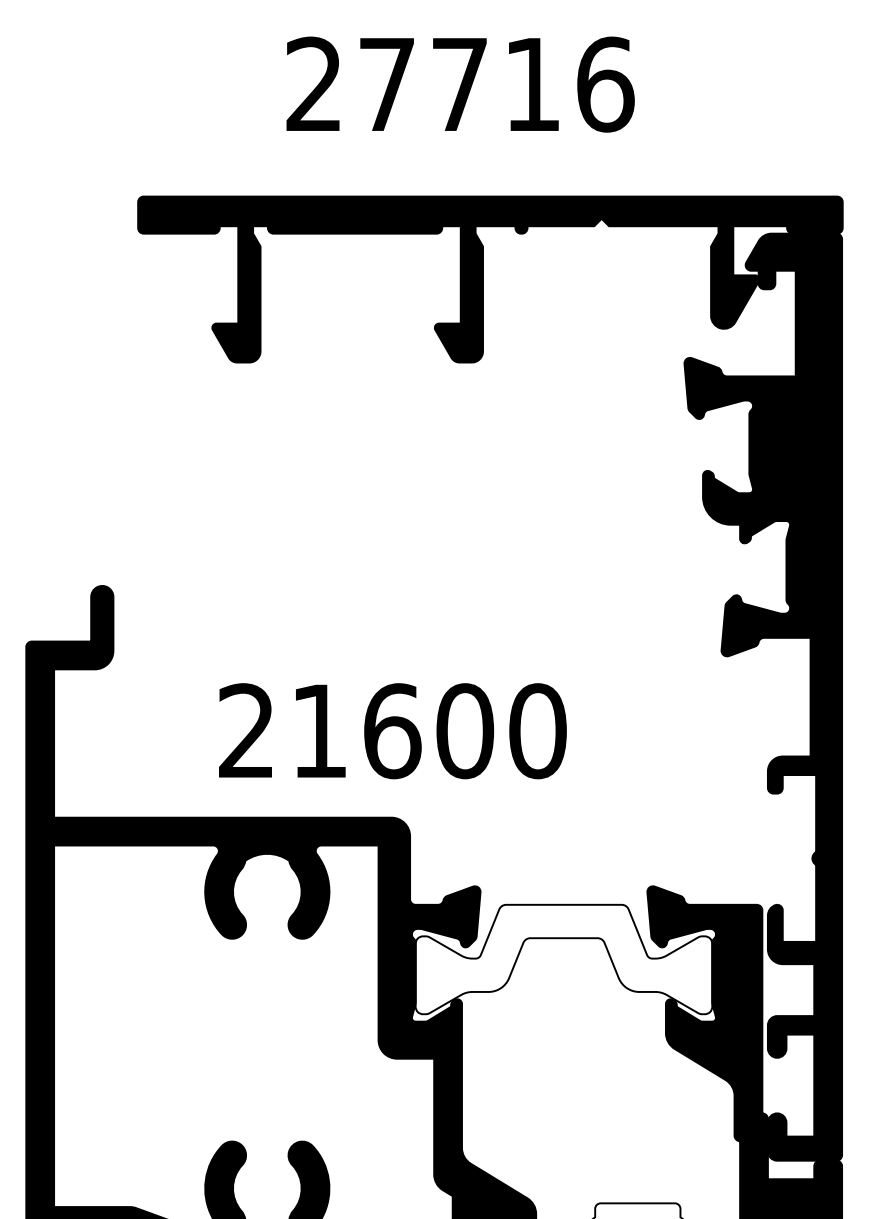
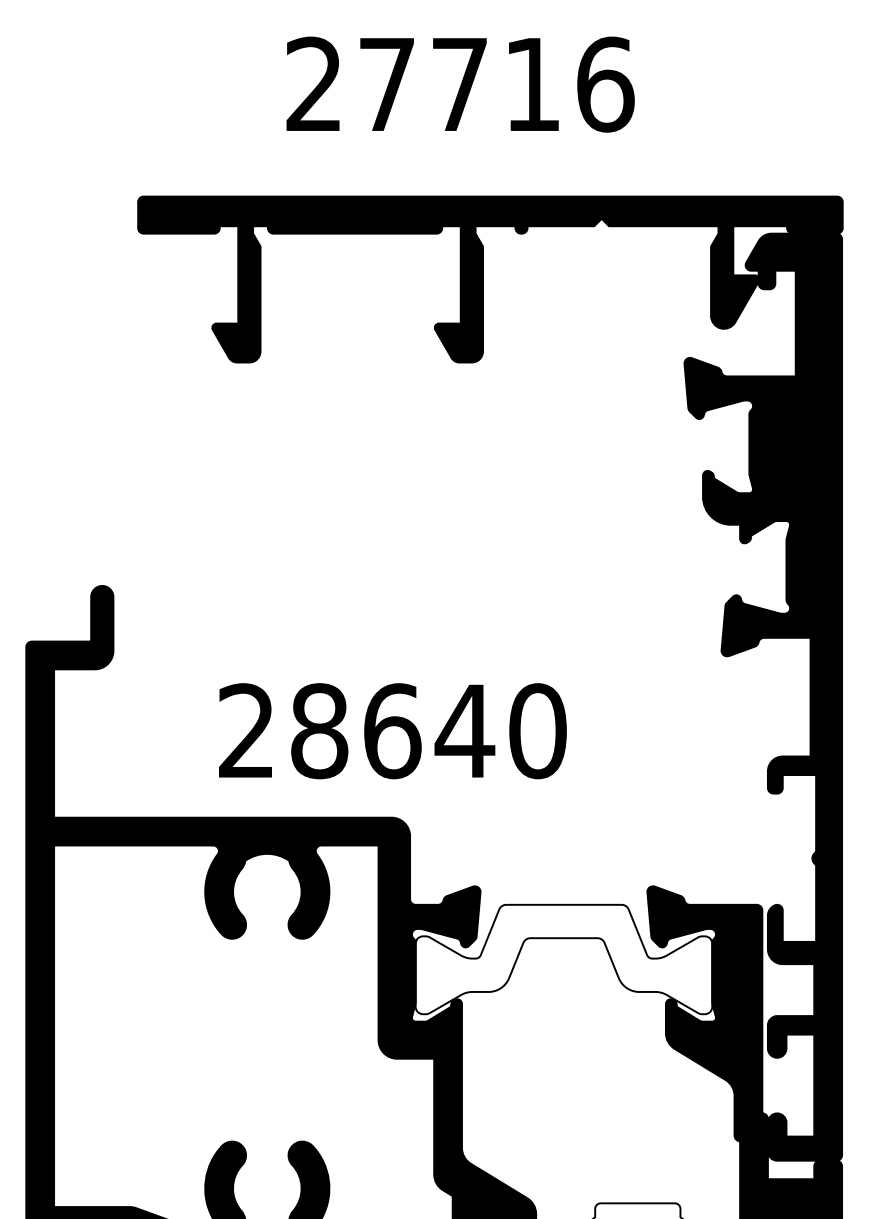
text at (393, 731): 21600 -> 28640
